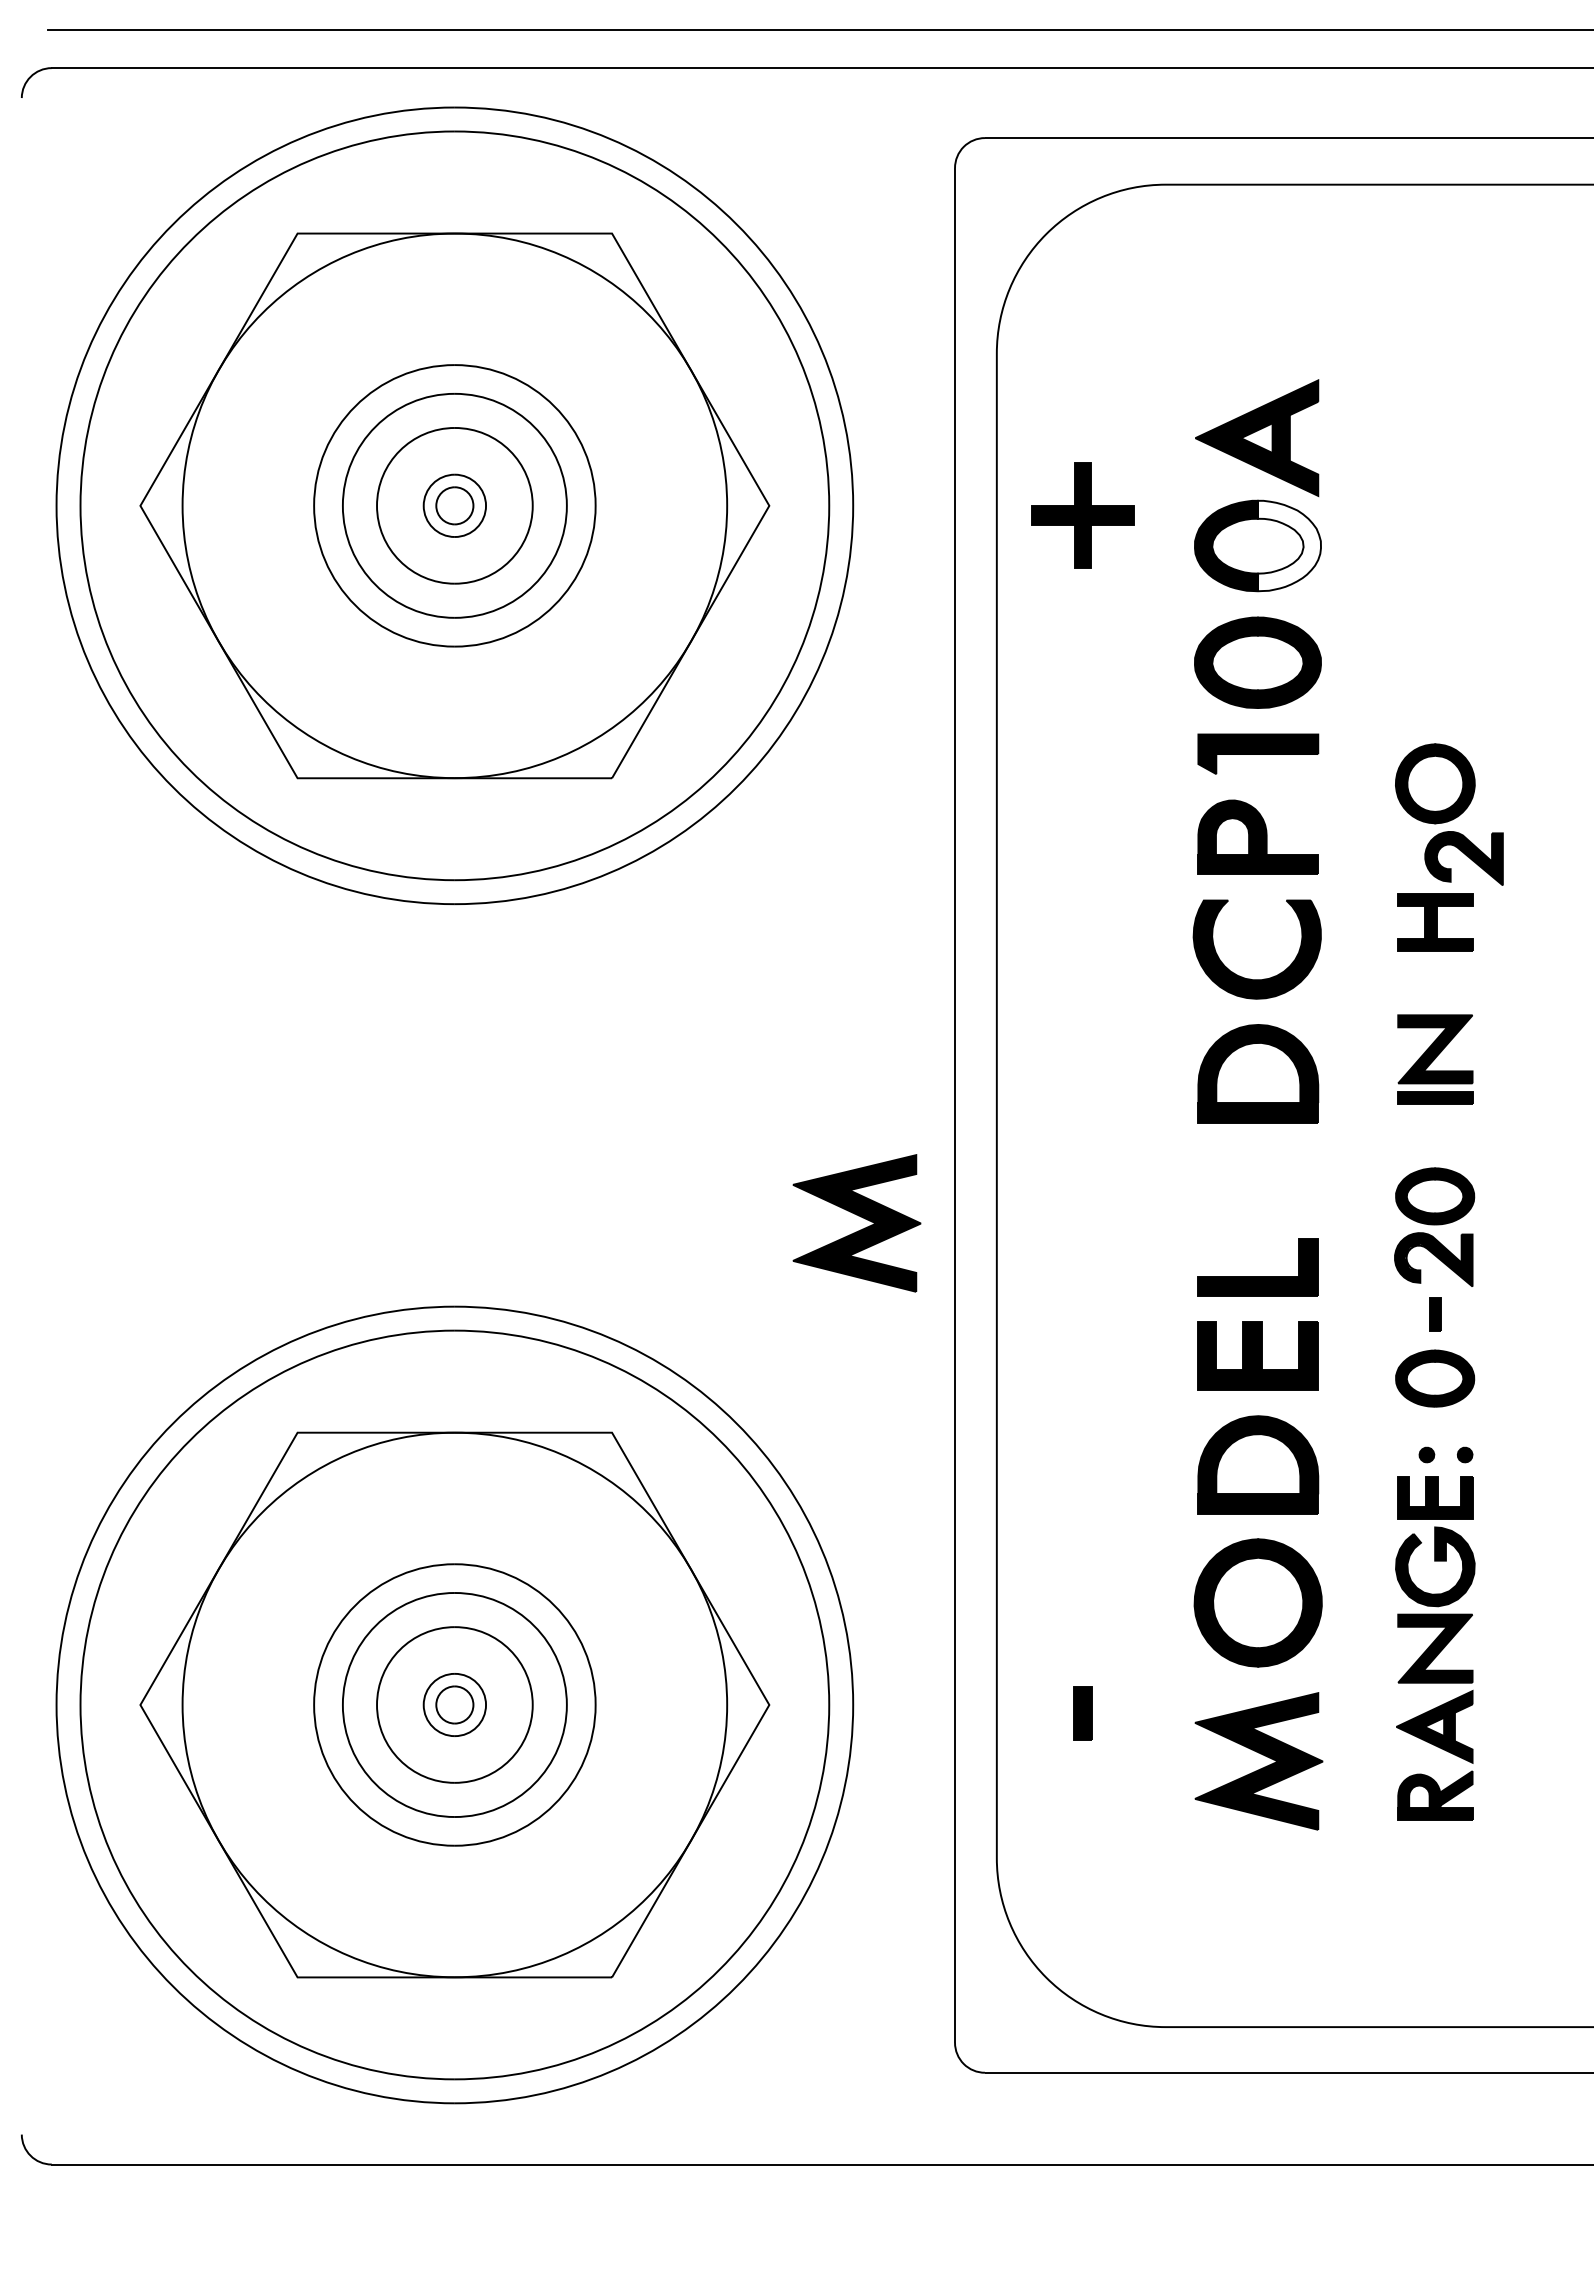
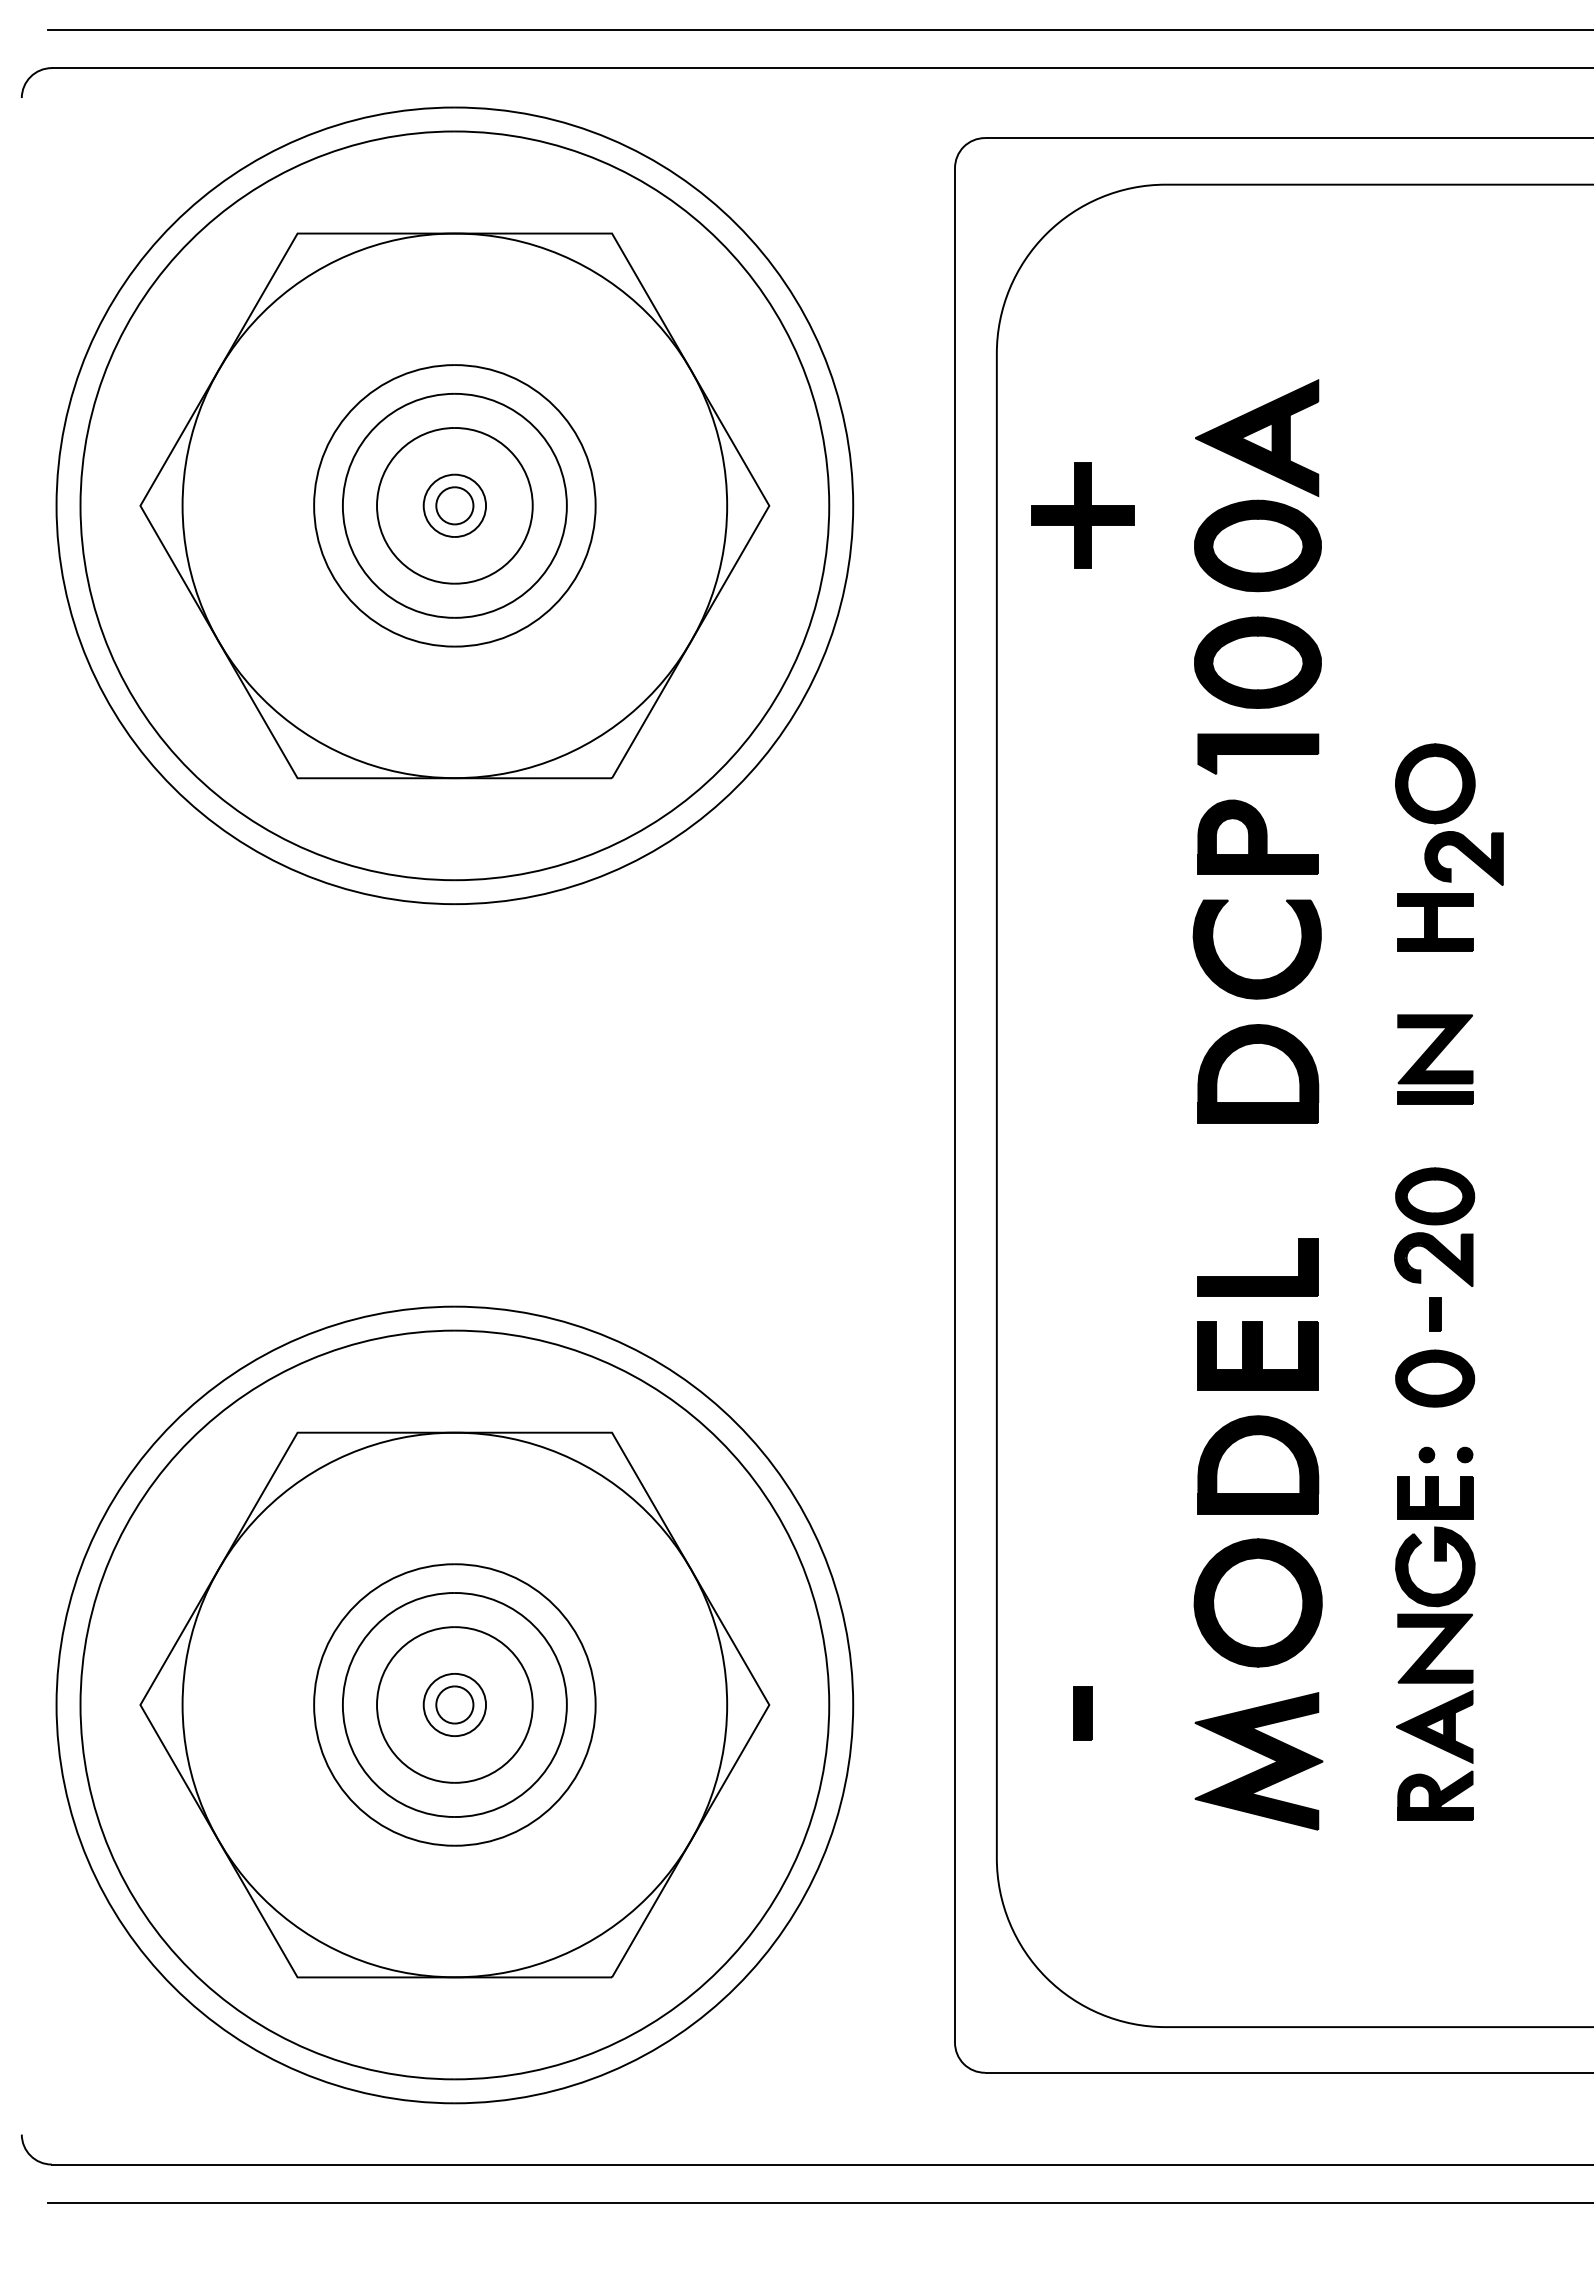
fill at (1288, 545): none -> present
part at (860, 1217): present -> none
line at (818, 2202): none -> present
